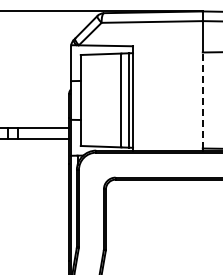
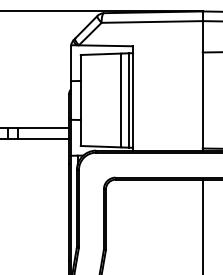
line at (202, 100): dashed -> solid
line at (202, 225): none -> present
